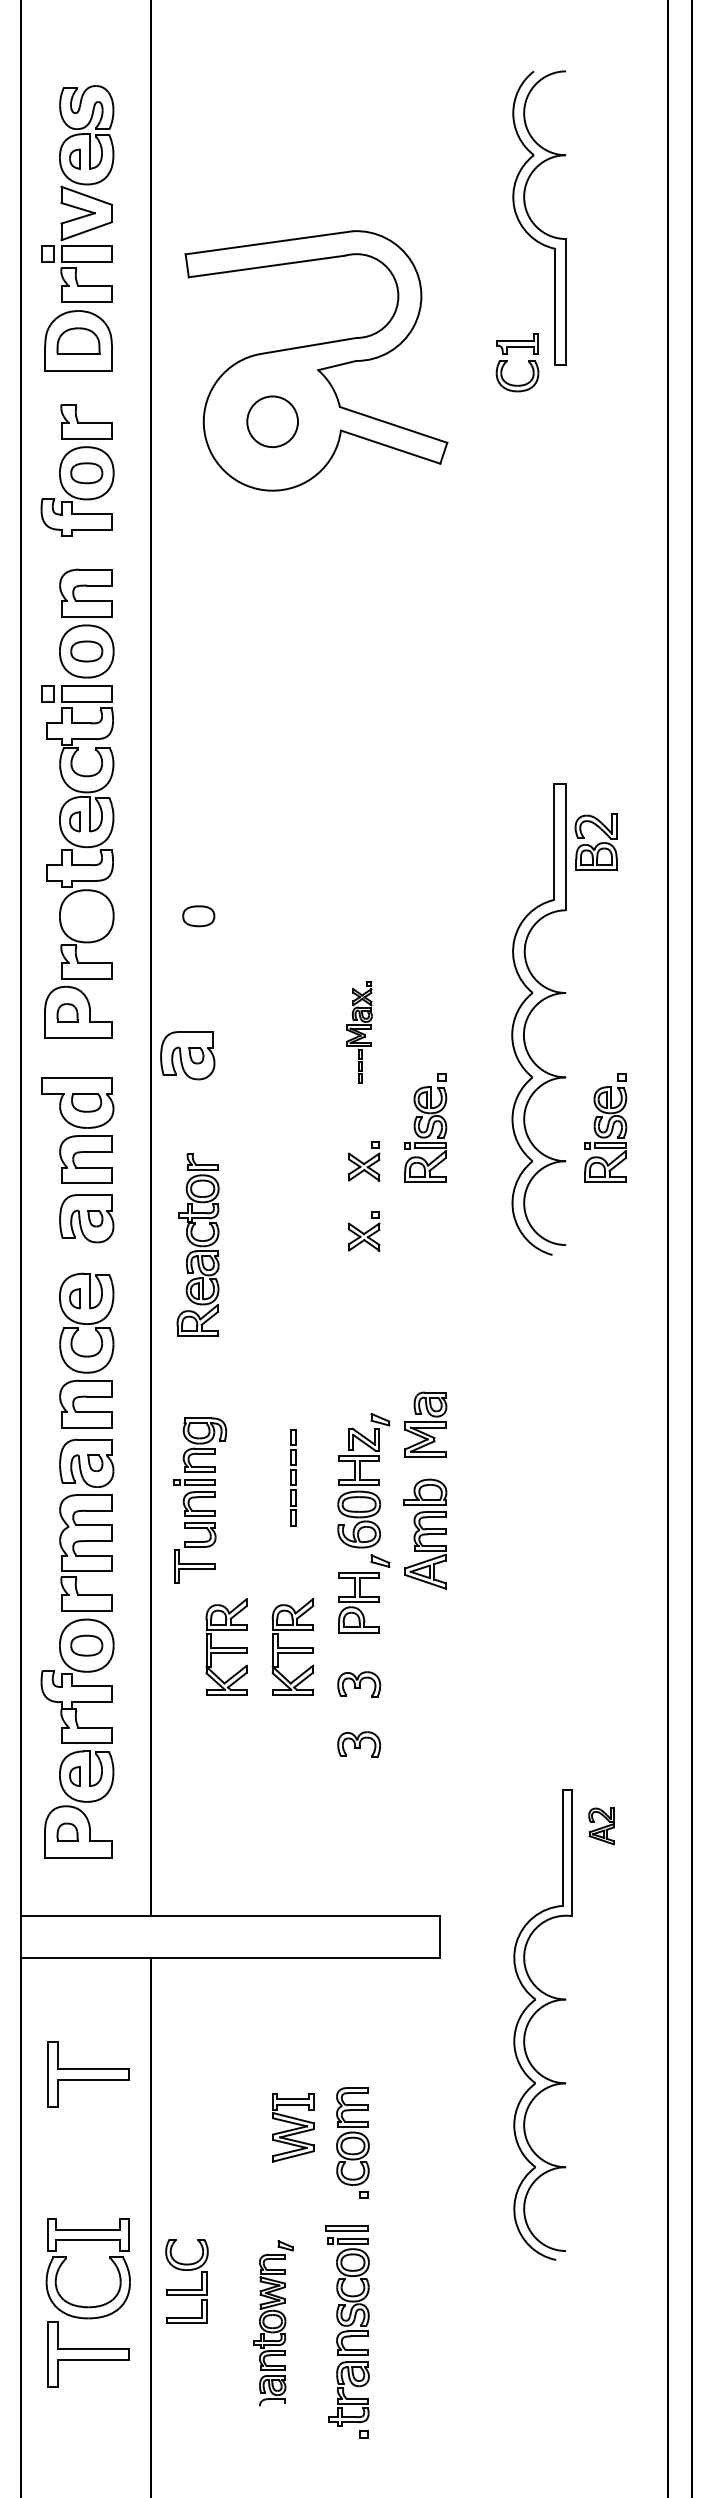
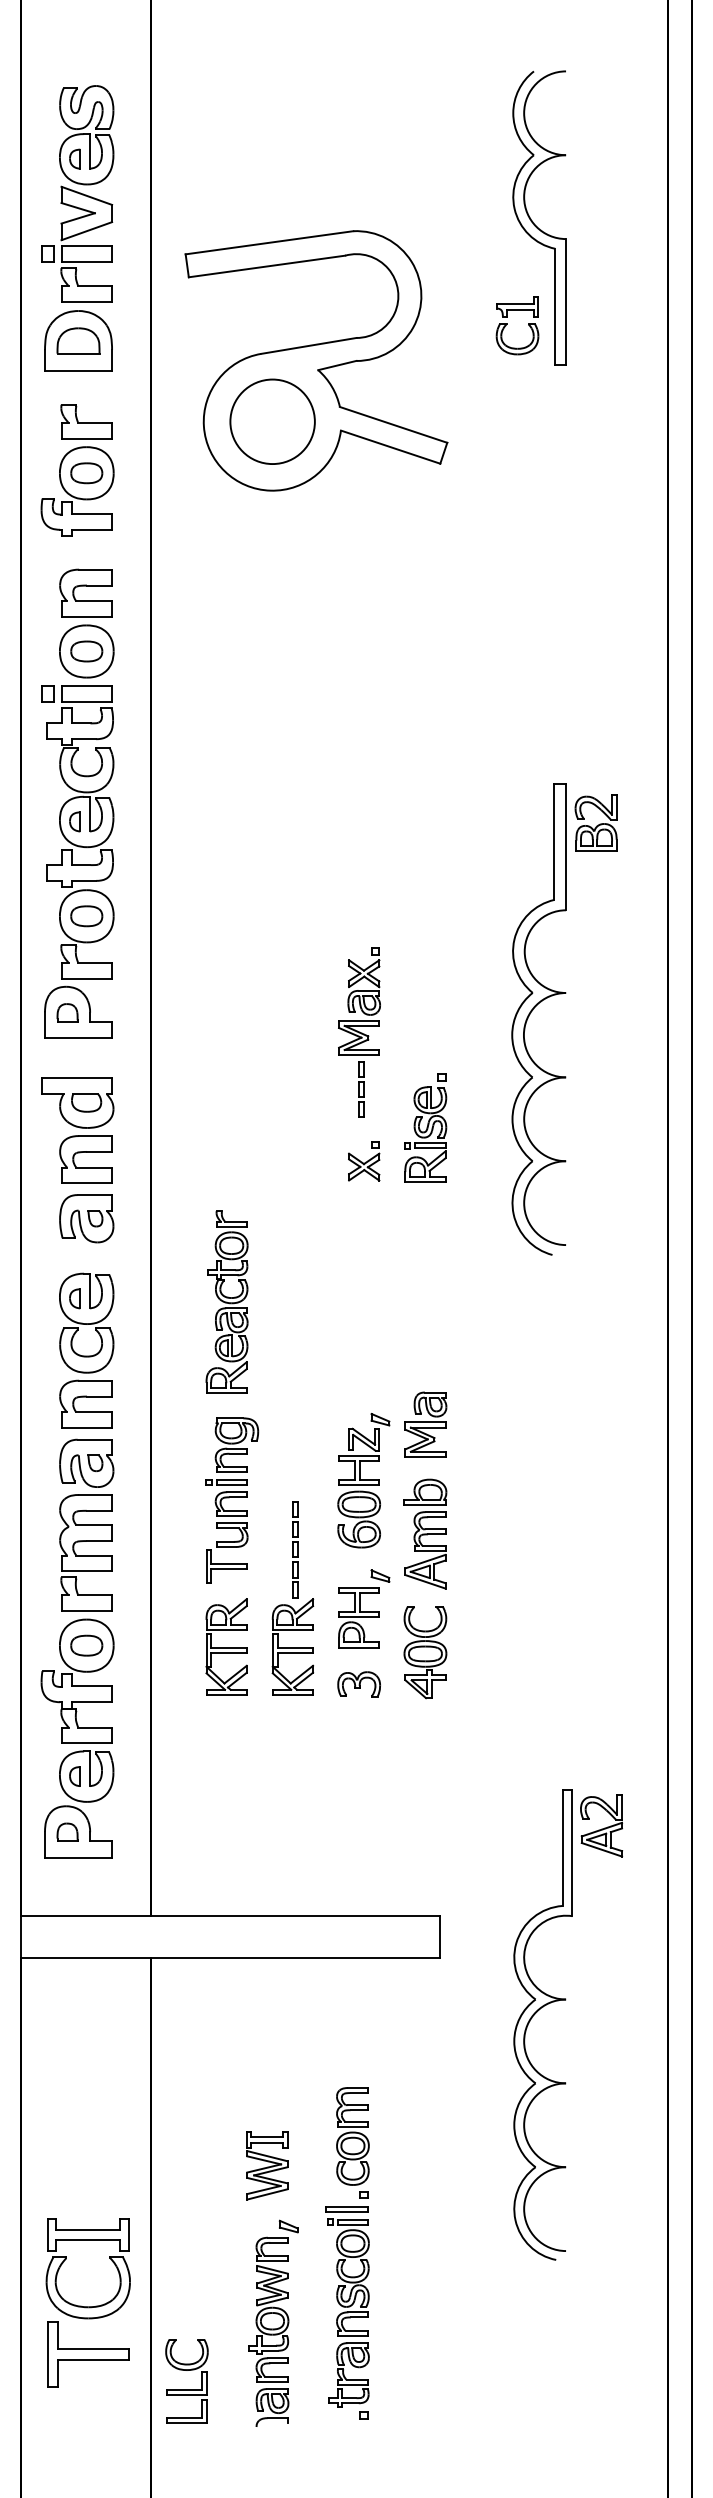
part at (507, 361) position: (507, 361) -> (507, 324)
circle at (272, 421) diameter: 51 px -> 85 px
part at (595, 841) position: (595, 841) -> (595, 822)
part at (198, 916) position: (198, 916) -> (86, 916)
part at (359, 1032) size: 27x103 px -> 43x171 px
part at (187, 1055): present -> none
part at (605, 1127): present -> none
part at (364, 1231): present -> none
part at (197, 1244) position: (197, 1244) -> (226, 1301)
part at (293, 1477) position: (293, 1477) -> (295, 1549)
part at (200, 1500) position: (200, 1500) -> (232, 1500)
part at (364, 1593) position: (364, 1593) -> (364, 1608)
part at (425, 1652): none -> present
part at (358, 1744): present -> none
part at (601, 1826) size: 27x39 px -> 43x64 px
part at (88, 2074): present -> none
part at (293, 2127) position: (293, 2127) -> (267, 2165)
part at (186, 2289) position: (186, 2289) -> (186, 2389)
part at (273, 2323) size: 41x167 px -> 51x208 px
part at (347, 2331) position: (347, 2331) -> (347, 2312)
